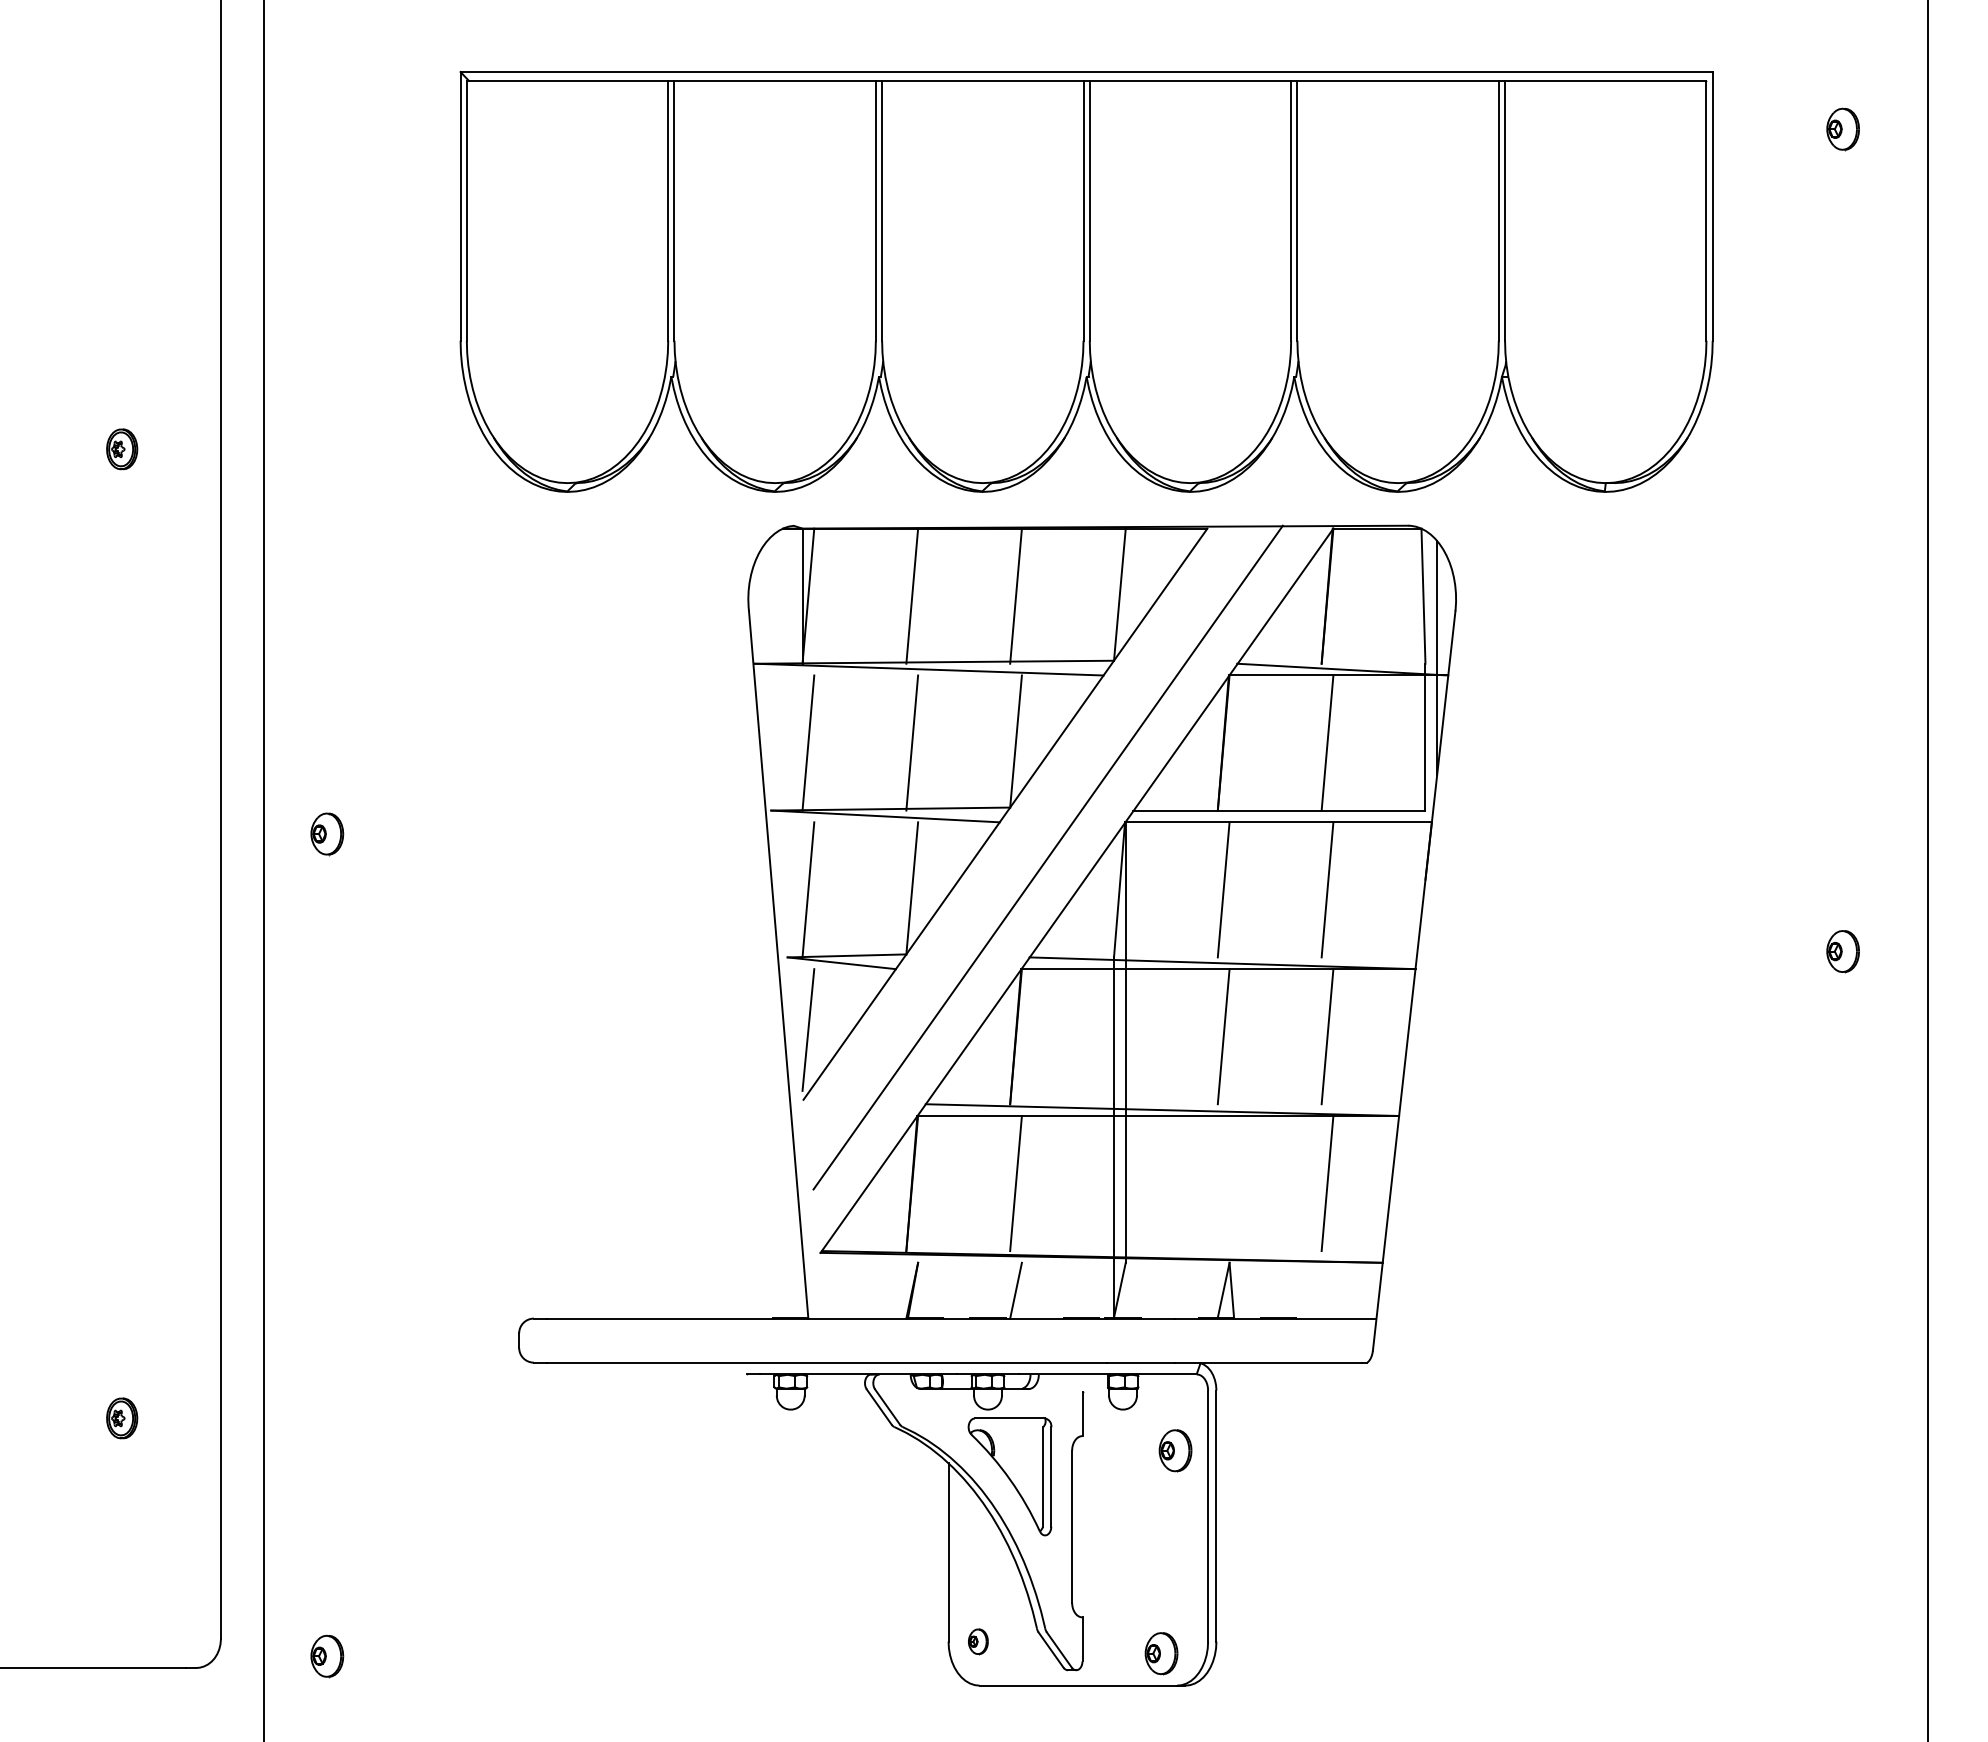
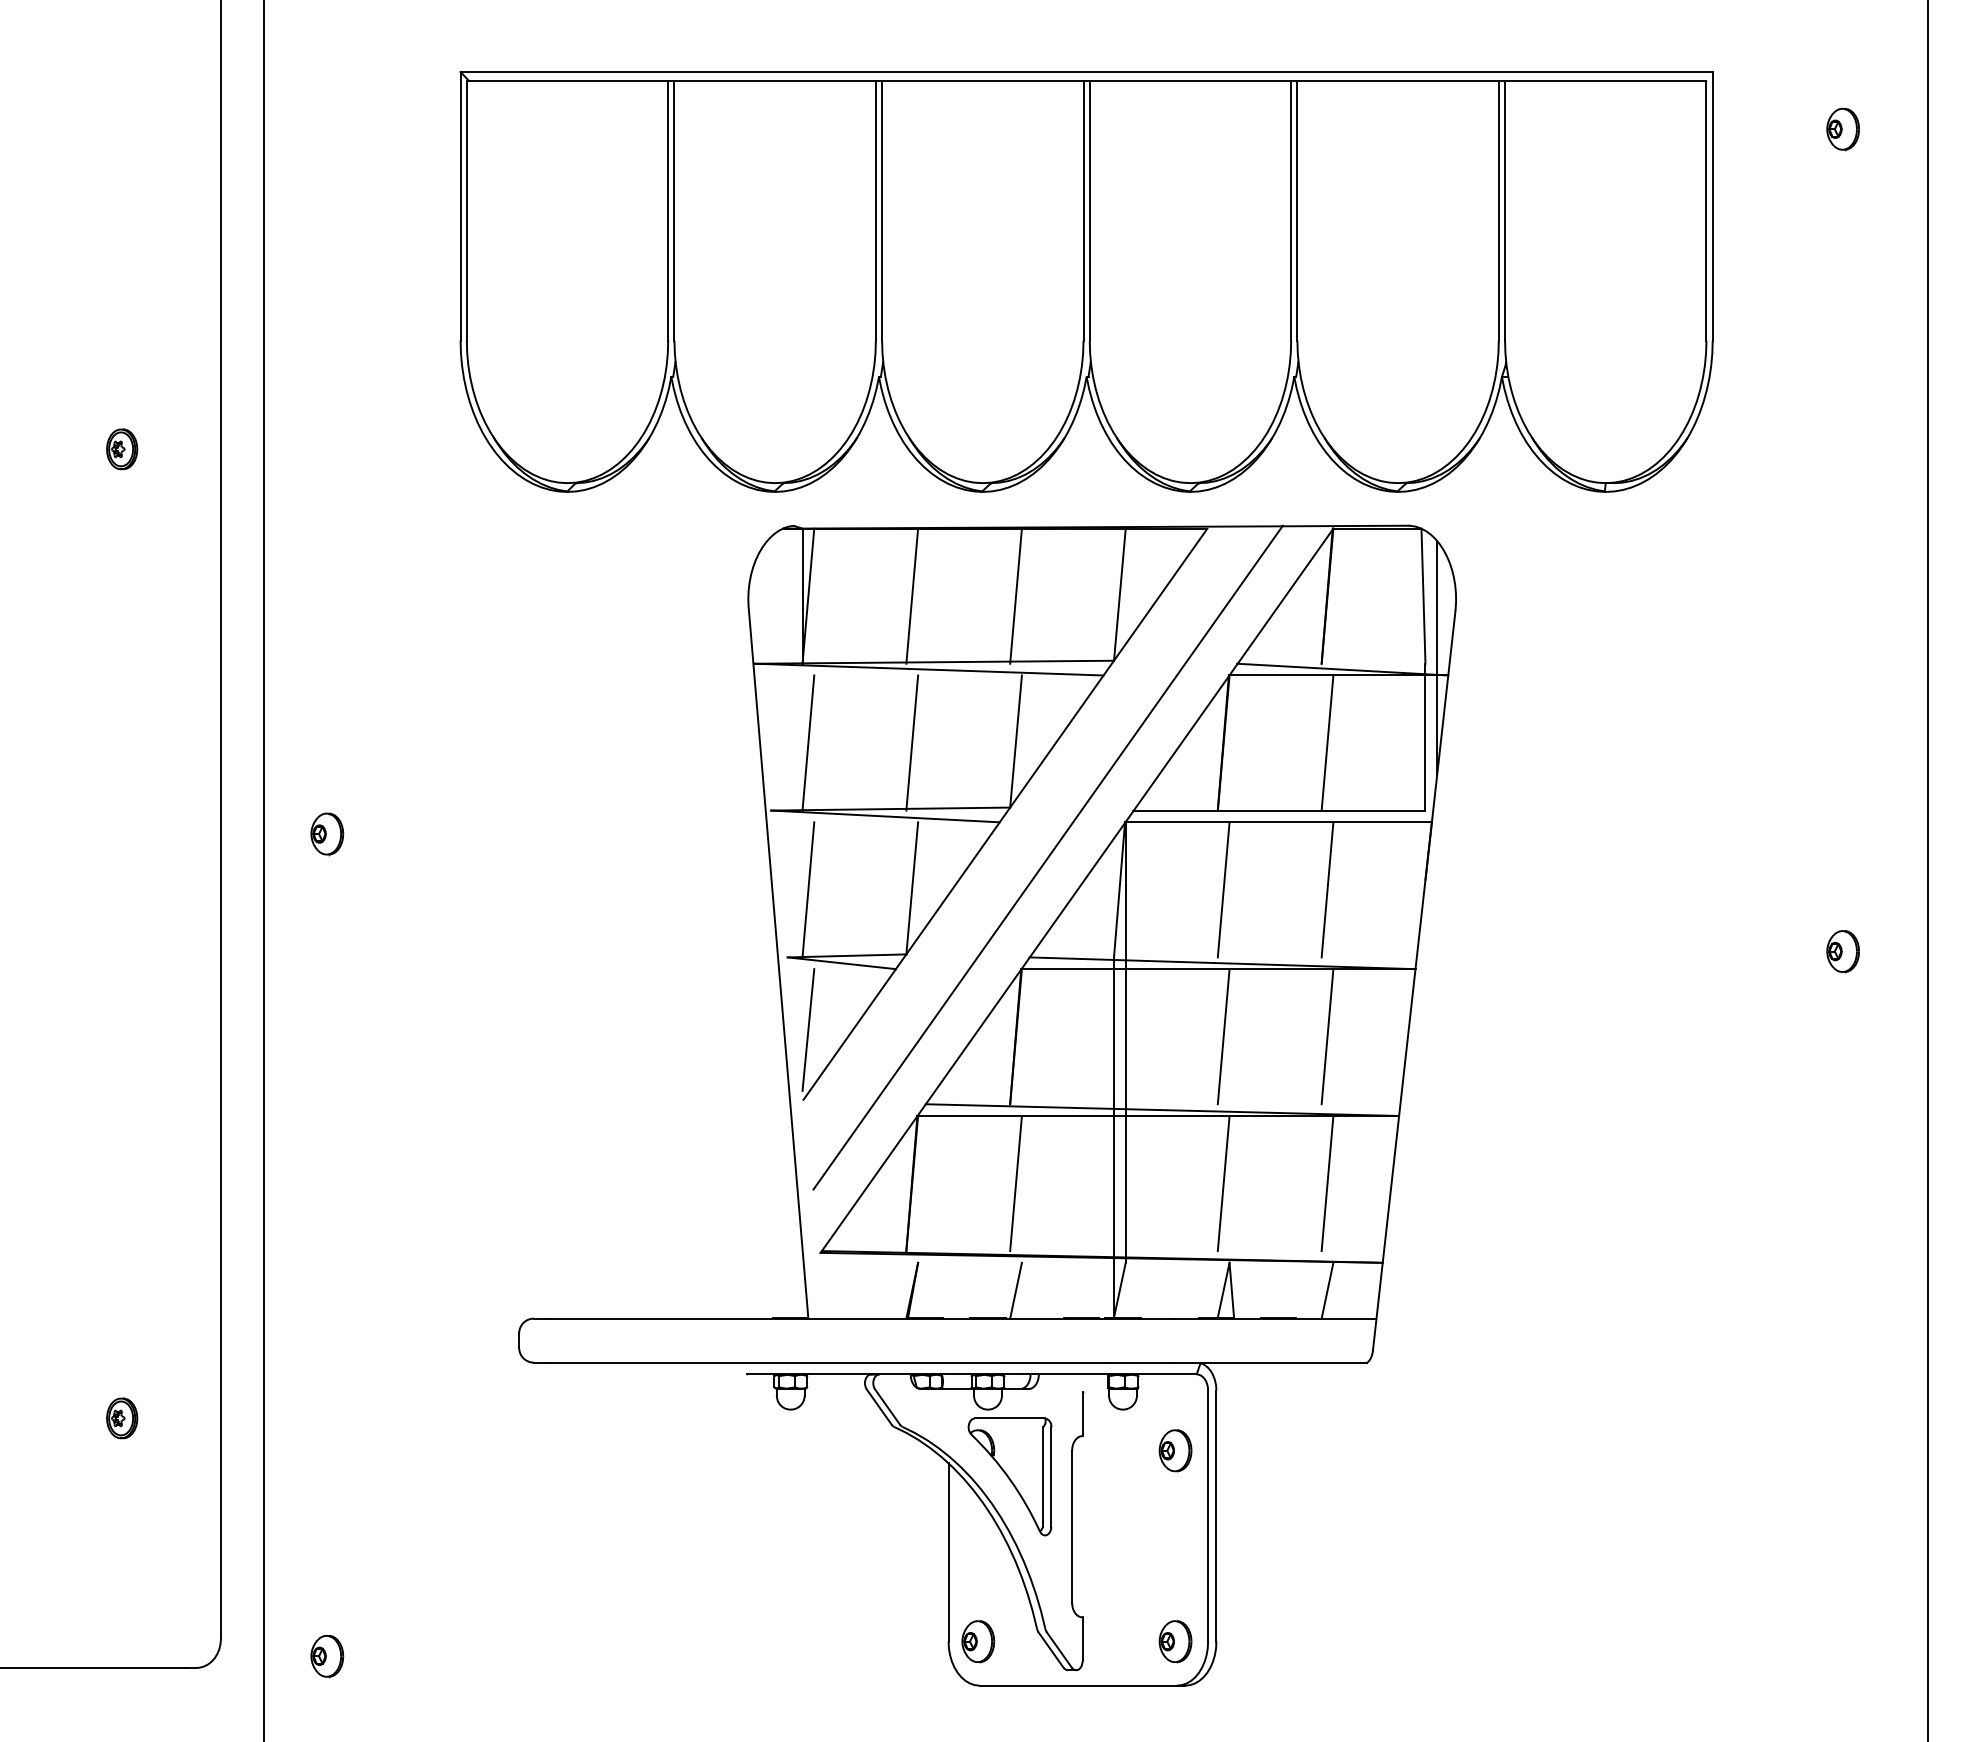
line at (1223, 1183): none -> present
line at (1327, 1290): none -> present
part at (978, 1641) size: 21x28 px -> 35x44 px
part at (1161, 1653) position: (1161, 1653) -> (1175, 1641)
